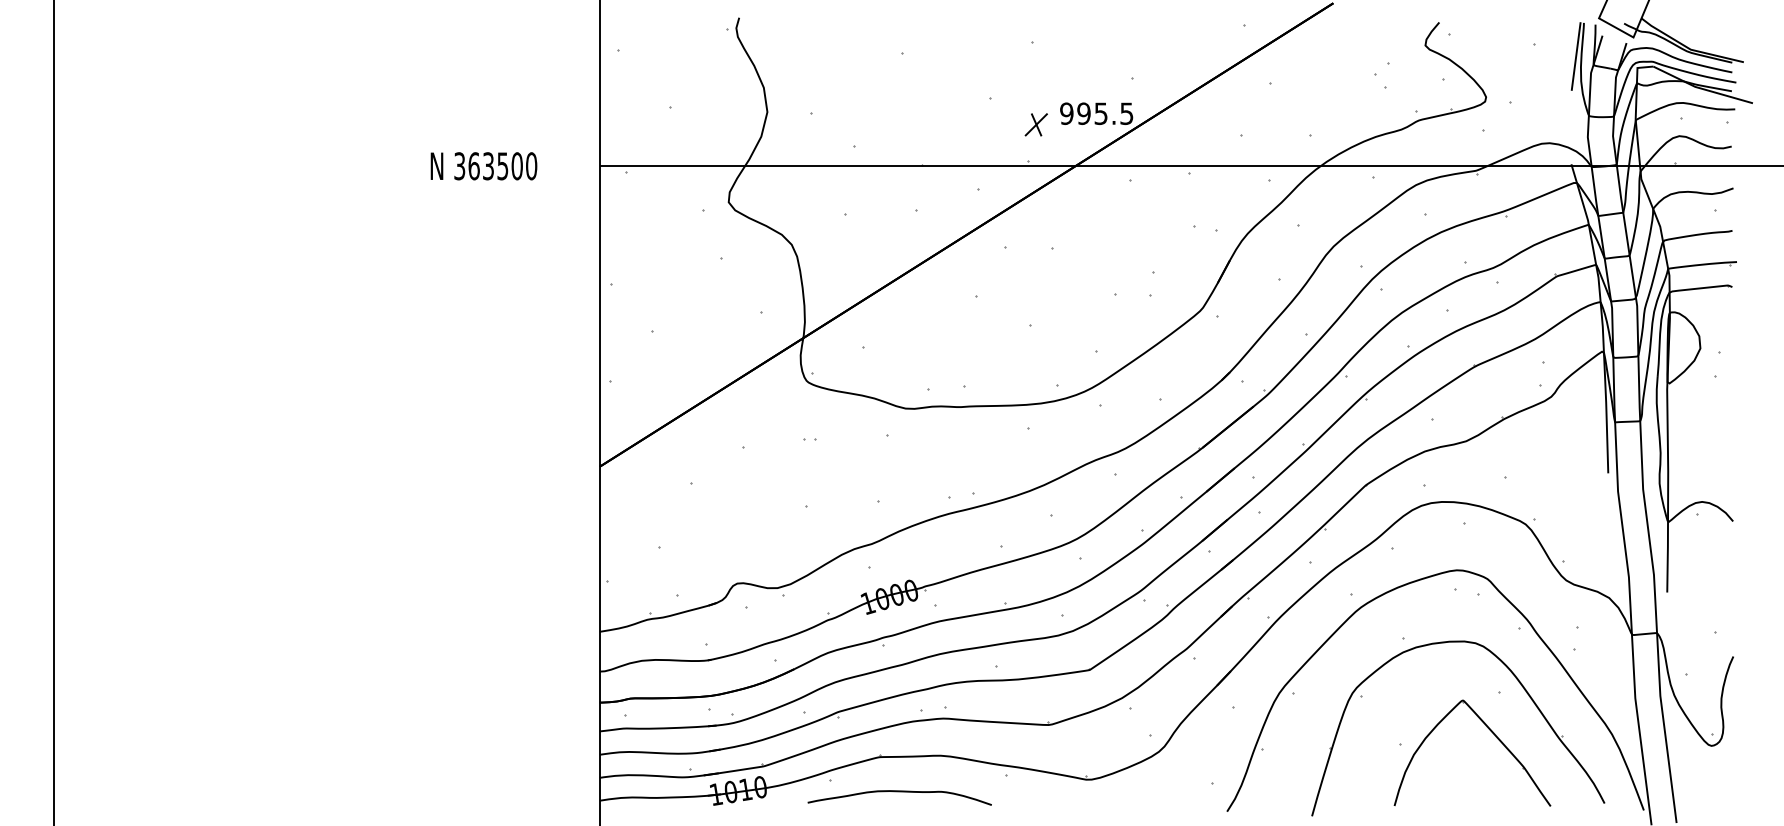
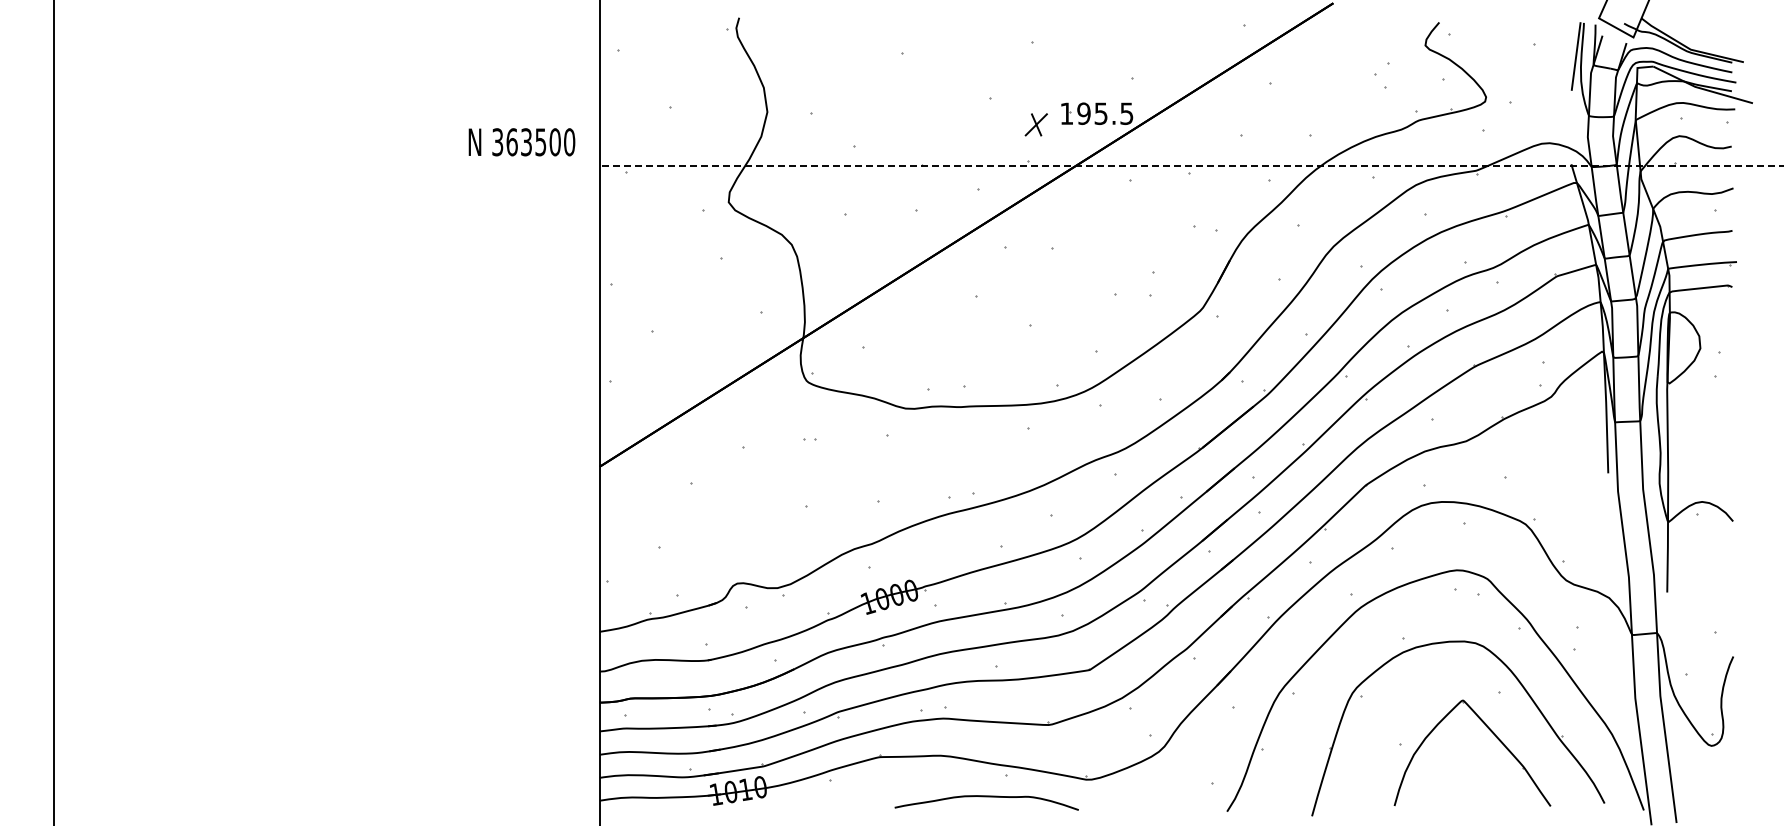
text at (1066, 113): 995.5 -> 195.5
text at (483, 166) position: (483, 166) -> (521, 142)
line at (1191, 166): solid -> dashed
curve at (899, 792) position: (899, 792) -> (986, 797)
